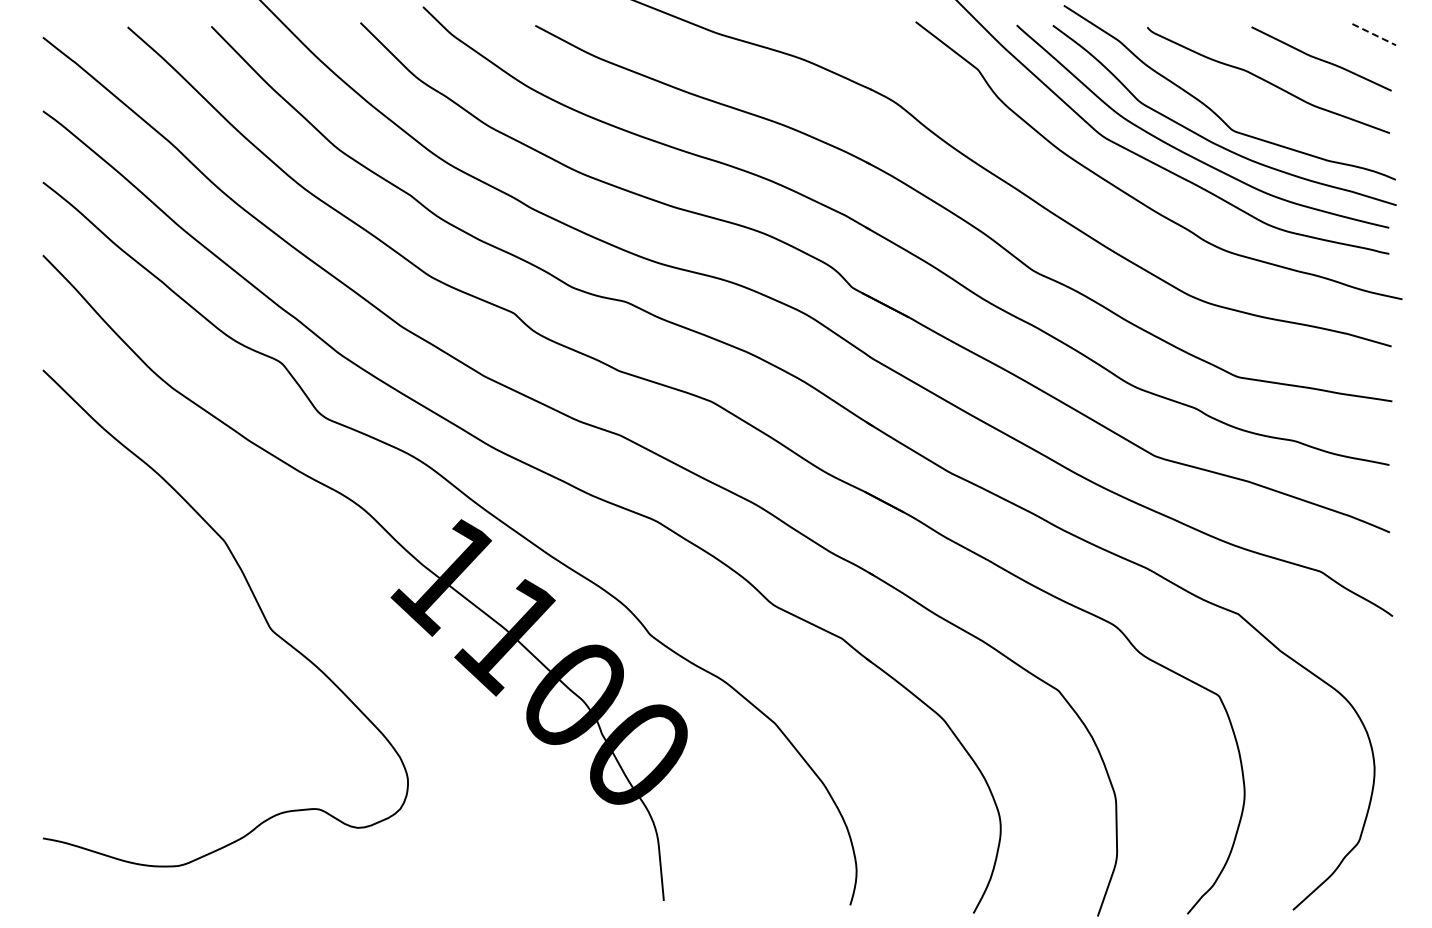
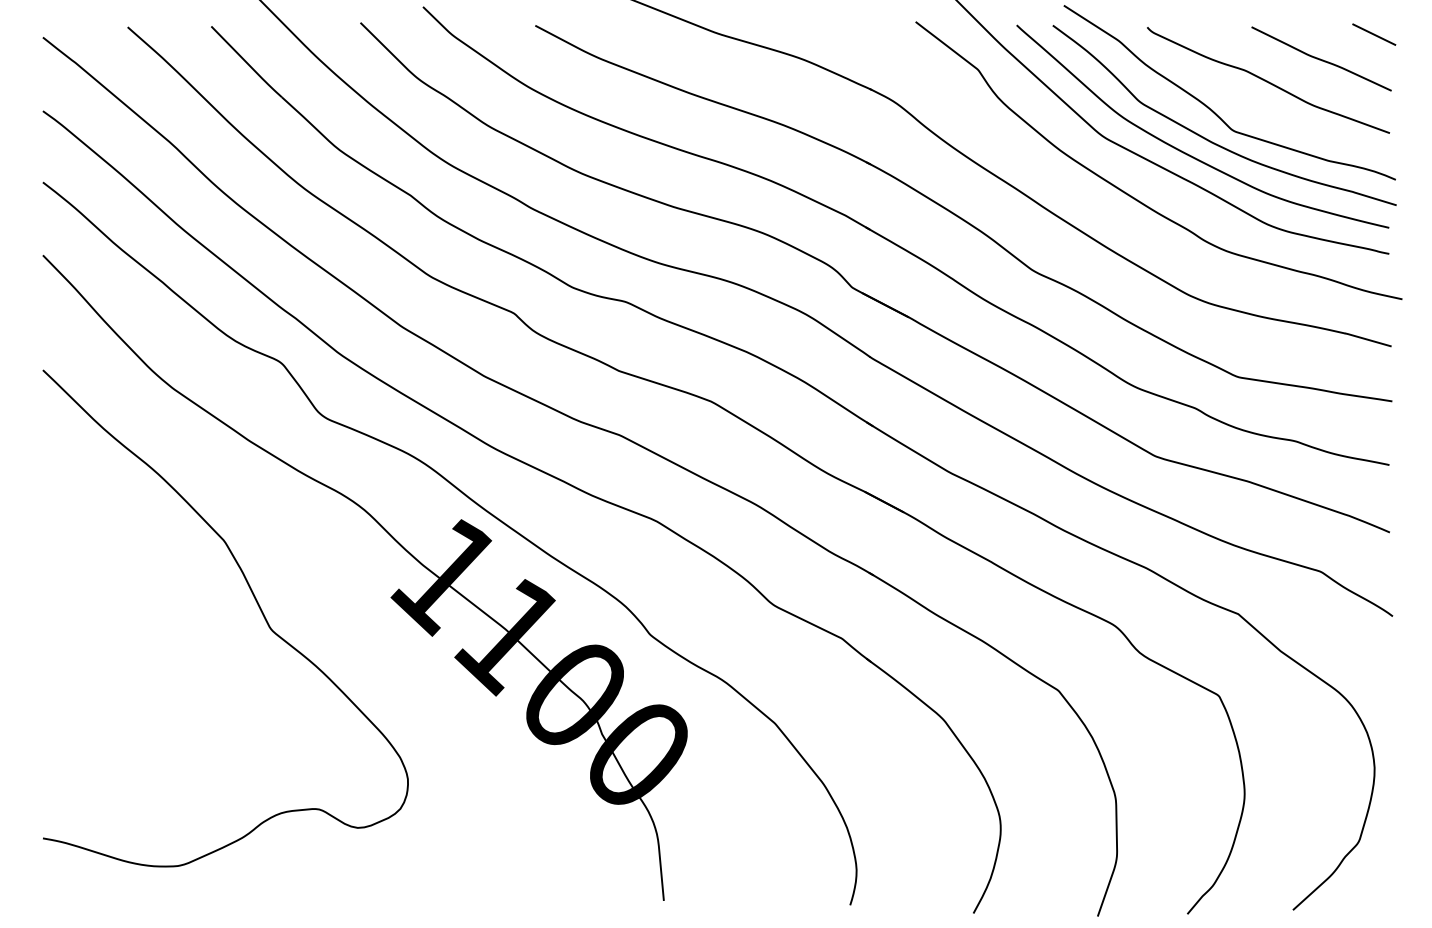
line at (1374, 34): dashed -> solid
